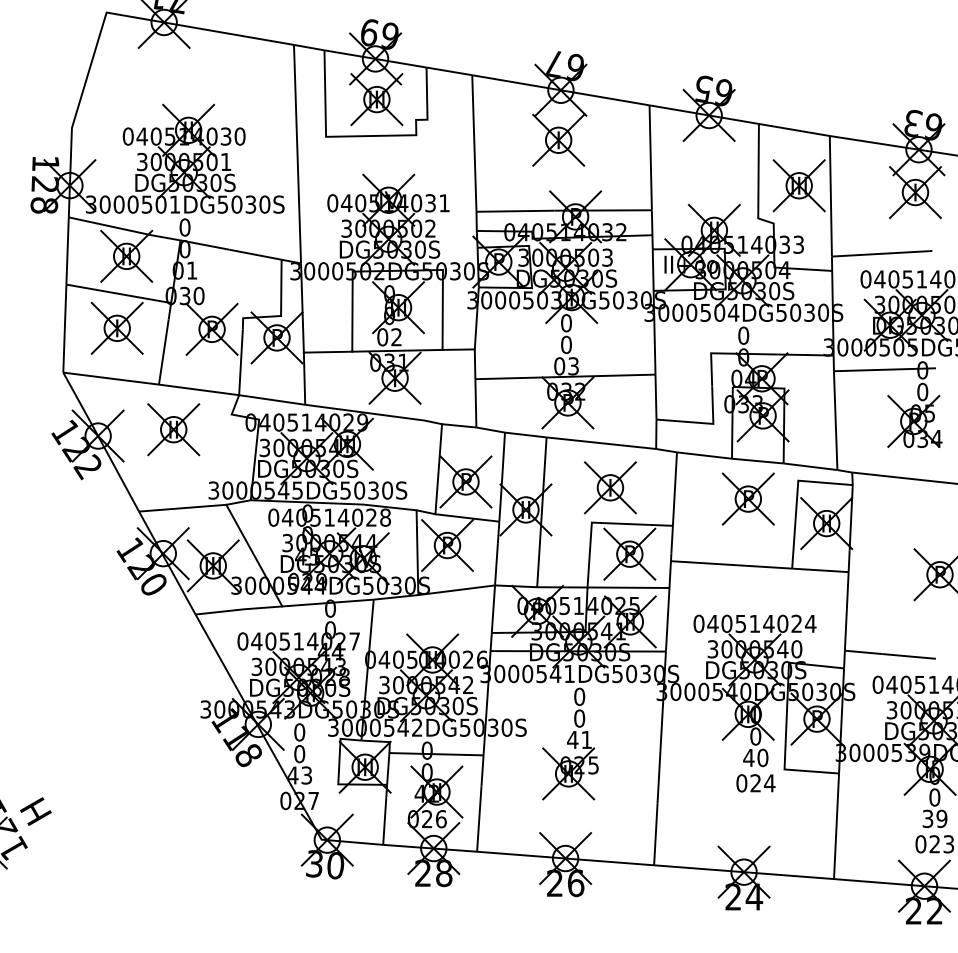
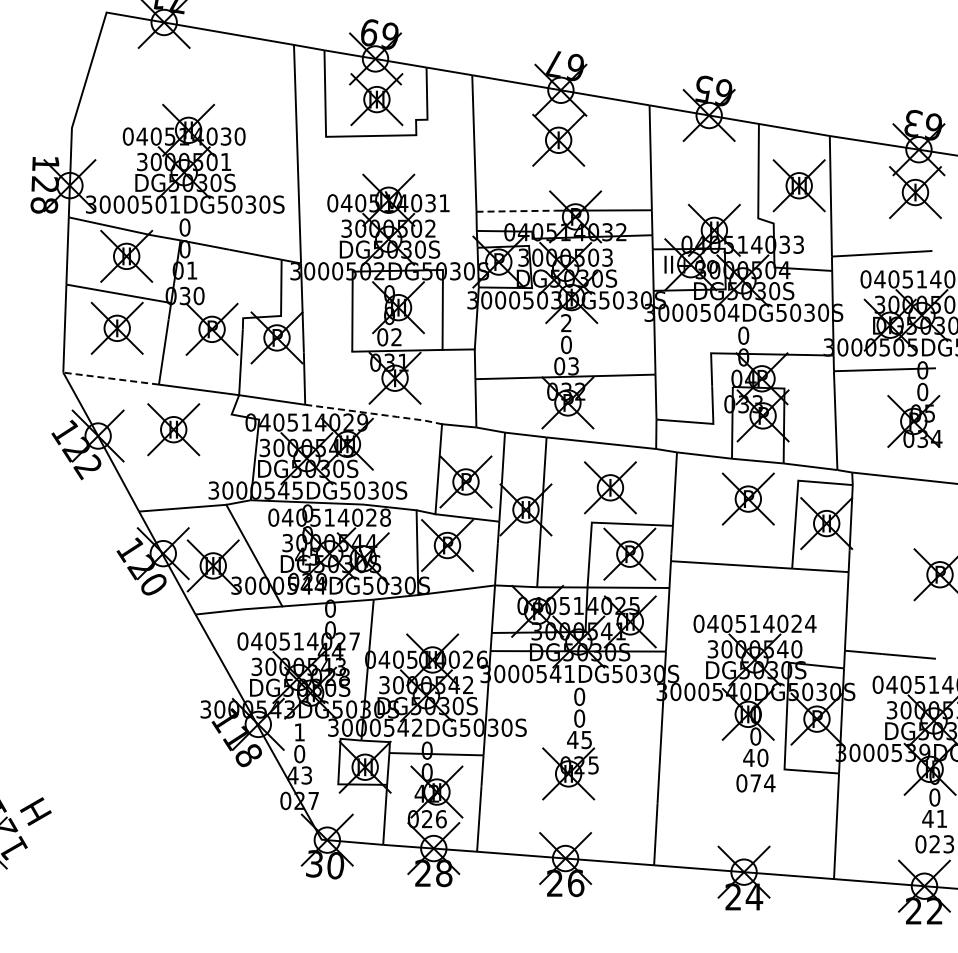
line at (516, 211): solid -> dashed
text at (566, 323): 0 -> 2
line at (327, 351): present -> none
line at (110, 378): solid -> dashed
line at (375, 414): solid -> dashed
text at (299, 732): 0 -> 1
text at (586, 740): 41 -> 45
text at (755, 783): 024 -> 074
text at (934, 818): 39 -> 41
